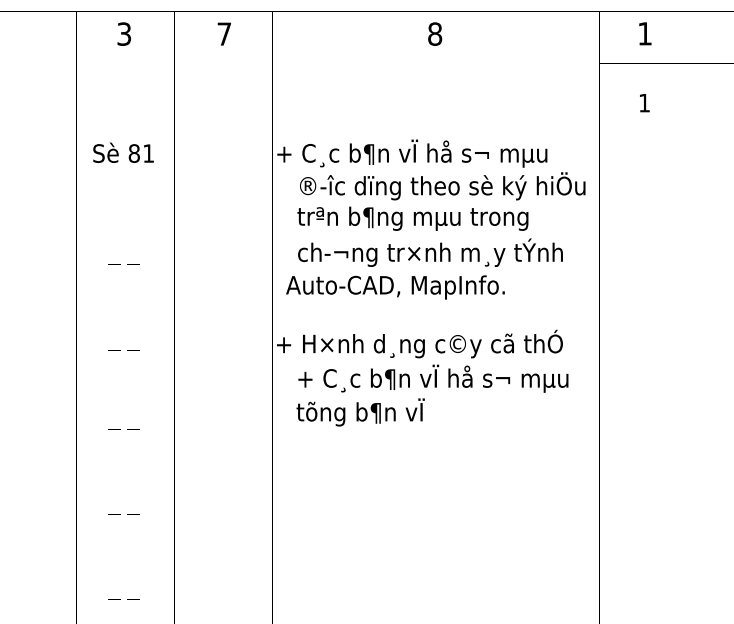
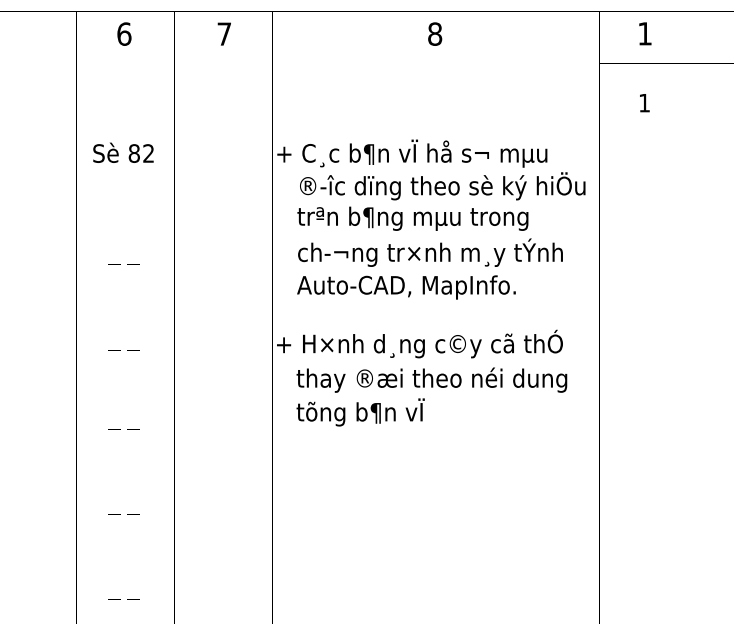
text at (124, 33): 3 -> 6
text at (148, 153): 81 -> 82
text at (395, 287) position: (395, 287) -> (406, 287)
text at (432, 378): + C¸c b¶n vÏ hå s¬ mµu -> thay ®æi theo néi dung
